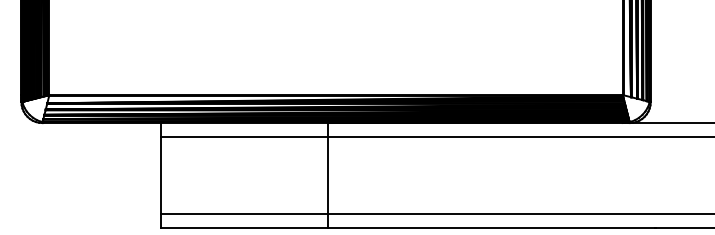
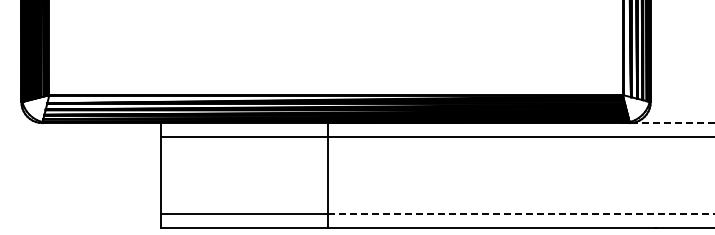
line at (671, 123): solid -> dashed
line at (520, 213): solid -> dashed
